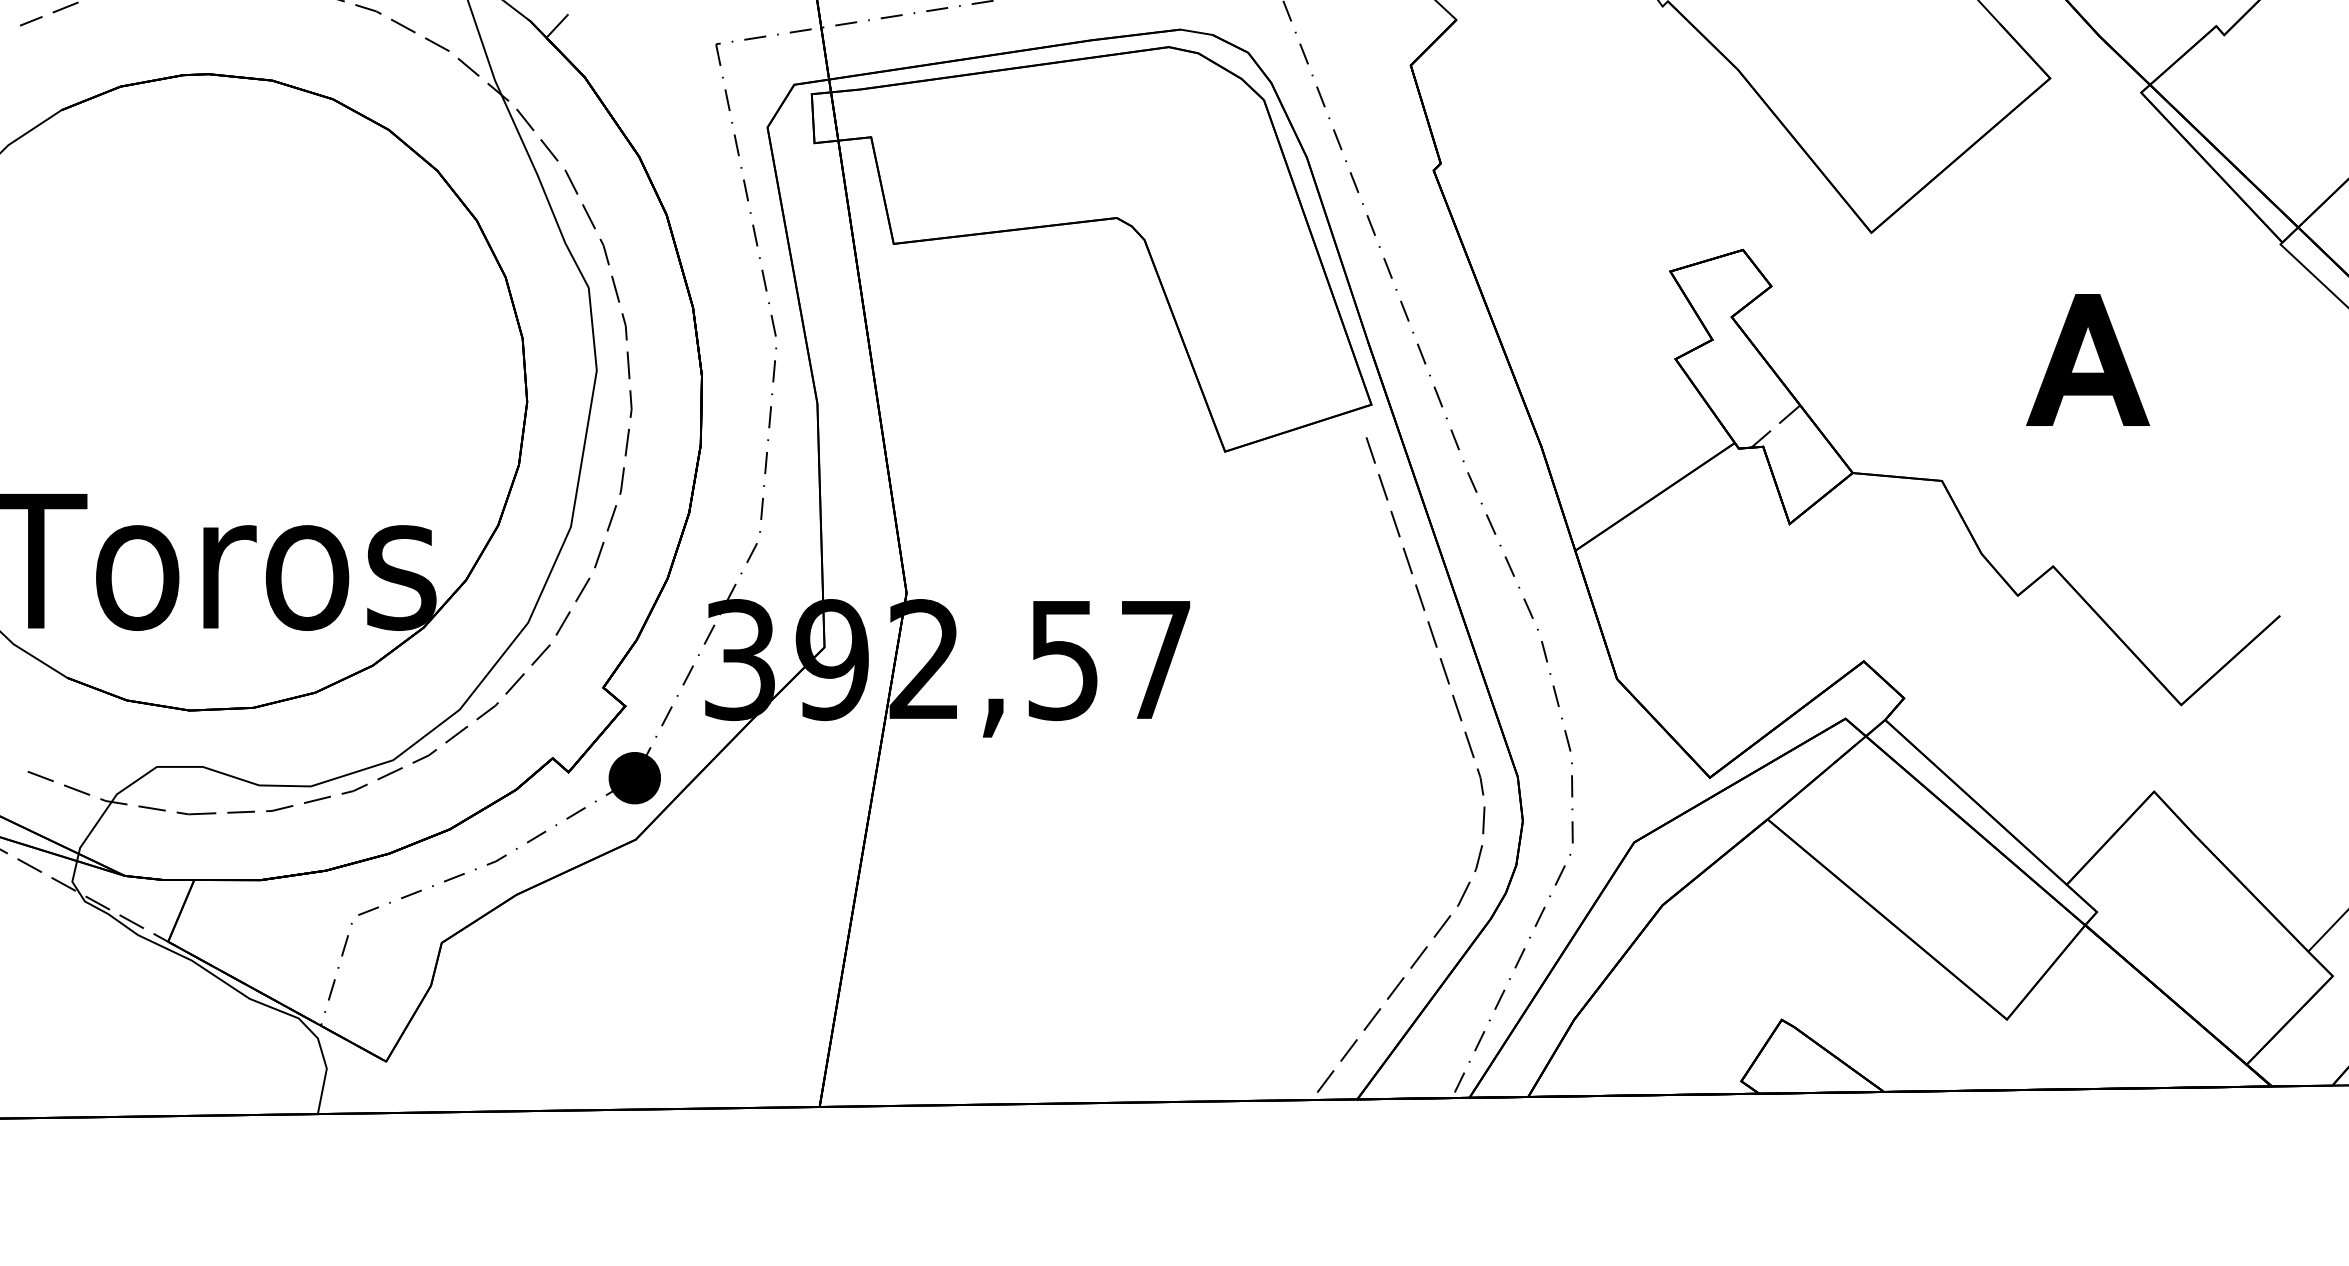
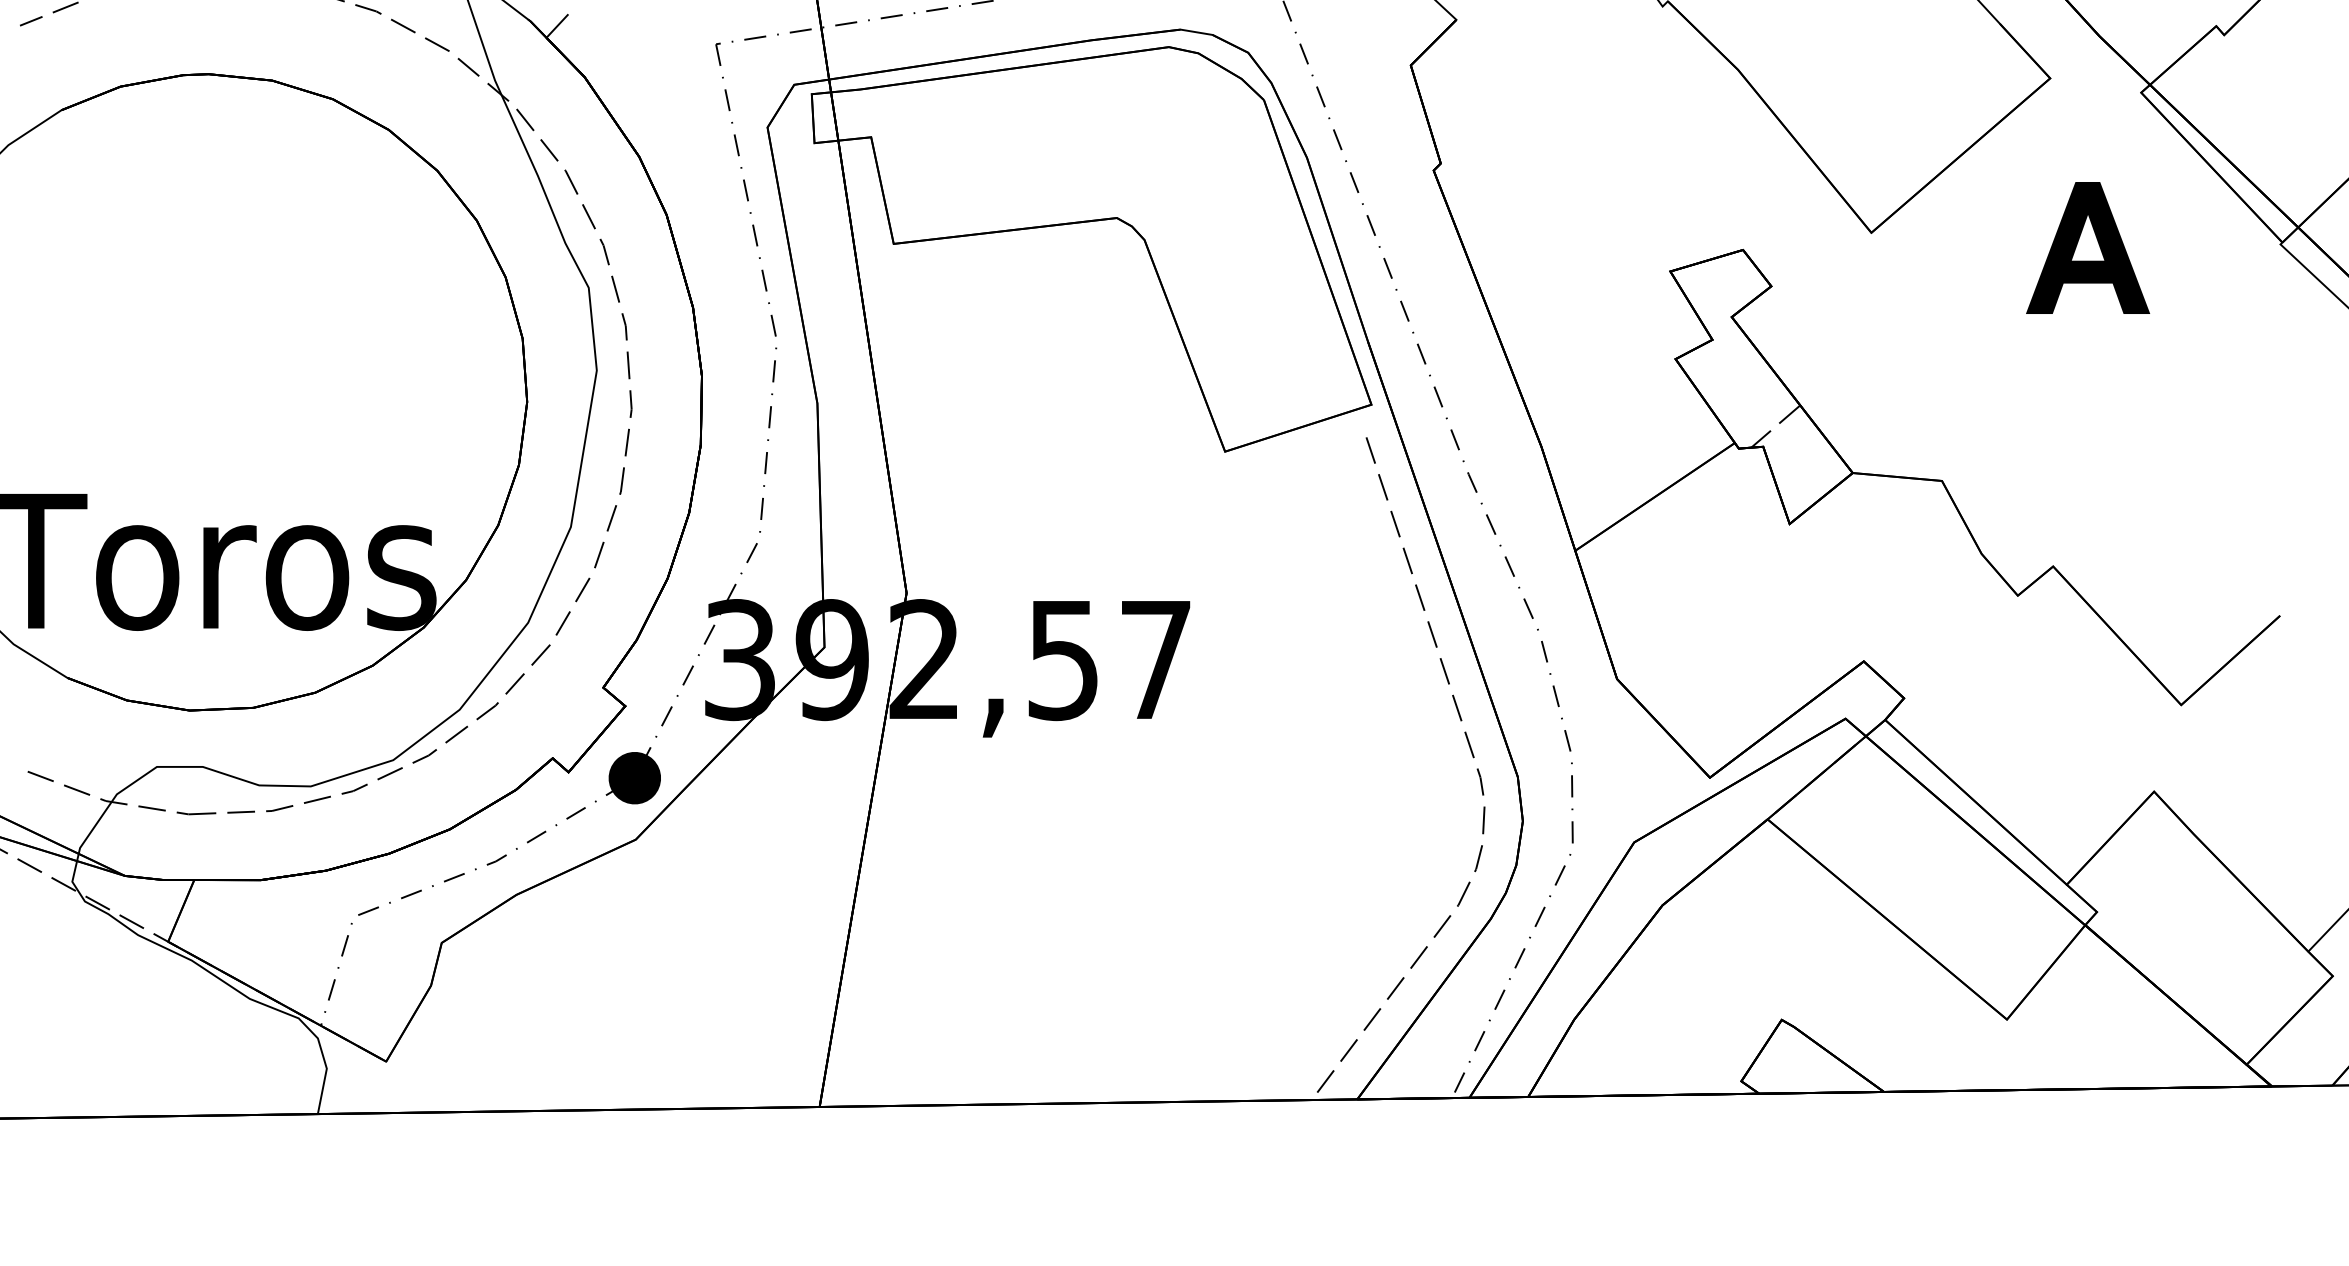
part at (2088, 359) position: (2088, 359) -> (2088, 247)
